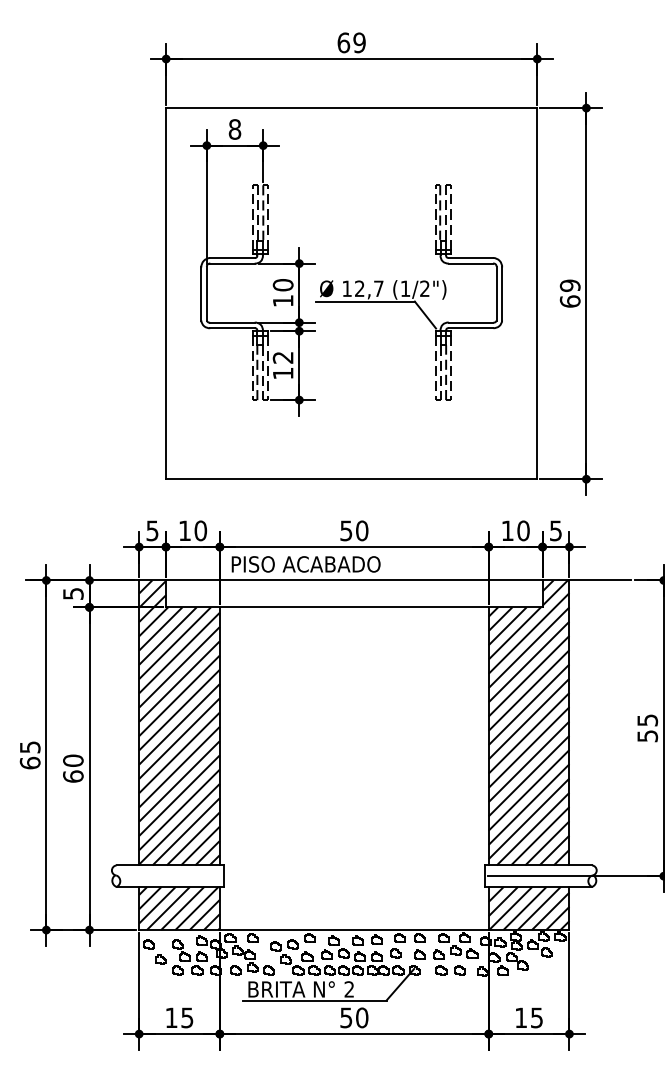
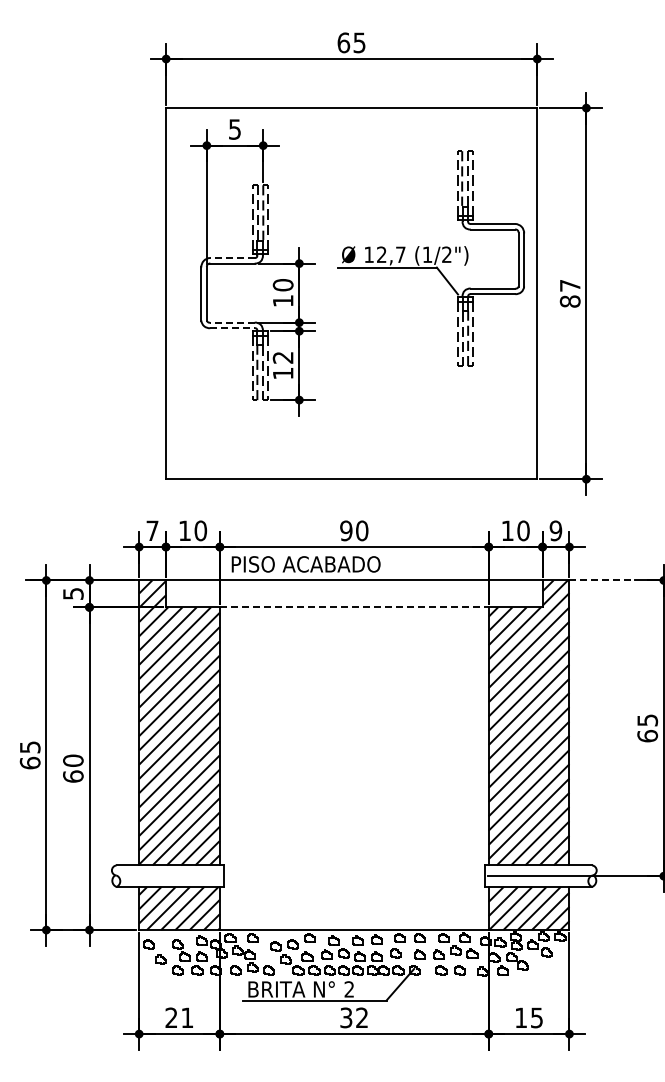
text at (359, 42): 69 -> 65
text at (234, 129): 8 -> 5
line at (231, 258): solid -> dashed
part at (408, 292) position: (408, 292) -> (430, 258)
text at (569, 293): 69 -> 87
line at (231, 322): solid -> dashed
line at (232, 328): solid -> dashed
text at (152, 530): 5 -> 7
text at (346, 530): 50 -> 90
text at (555, 530): 5 -> 9
line at (600, 580): solid -> dashed
line at (354, 607): solid -> dashed
text at (647, 735): 55 -> 65
text at (179, 1017): 15 -> 21
text at (354, 1017): 50 -> 32
